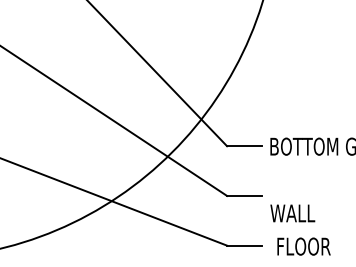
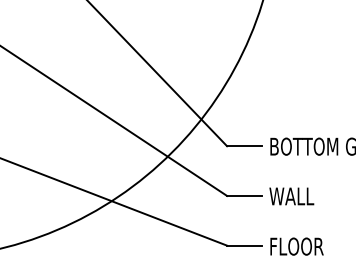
text at (292, 213) position: (292, 213) -> (291, 196)
text at (303, 246) position: (303, 246) -> (296, 246)
